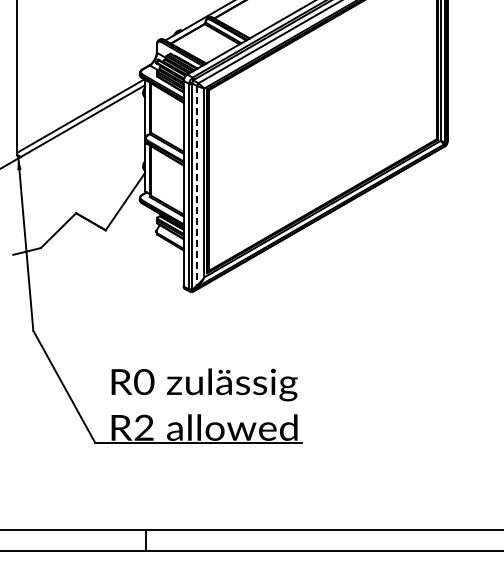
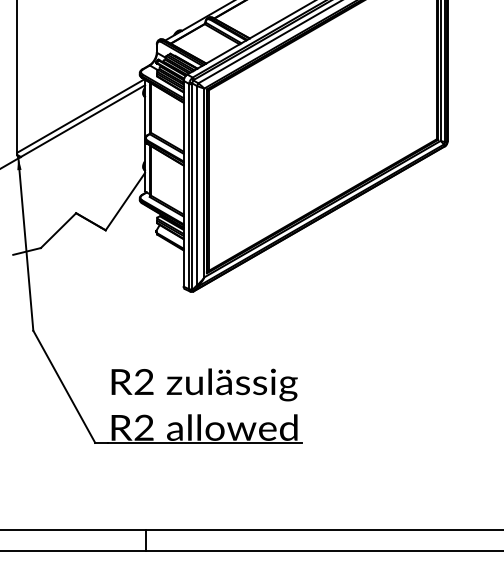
line at (196, 185): dashed -> solid
text at (144, 382): R0 -> R2
